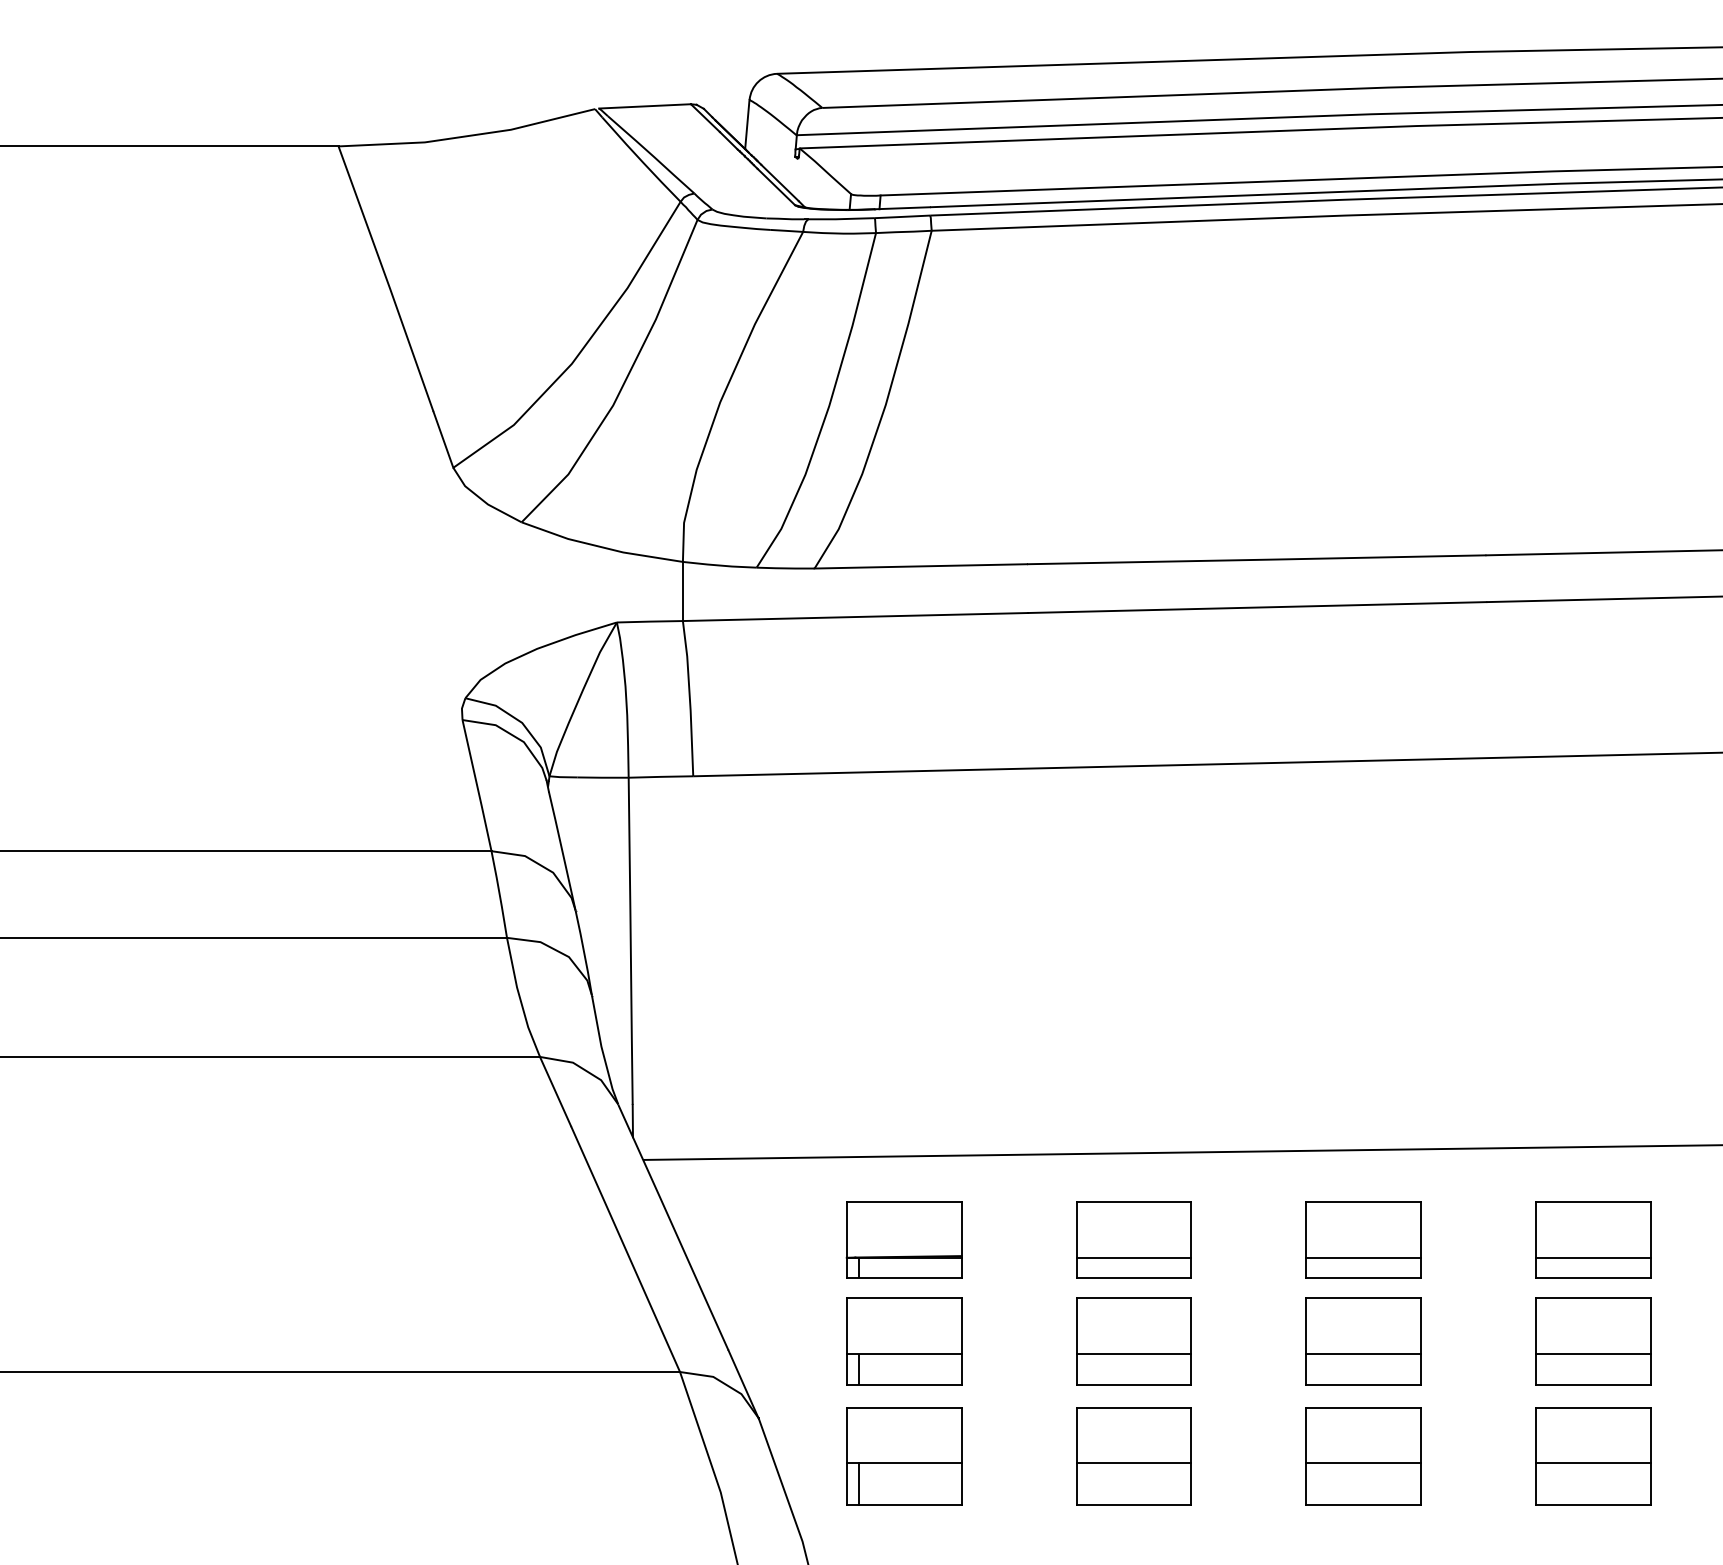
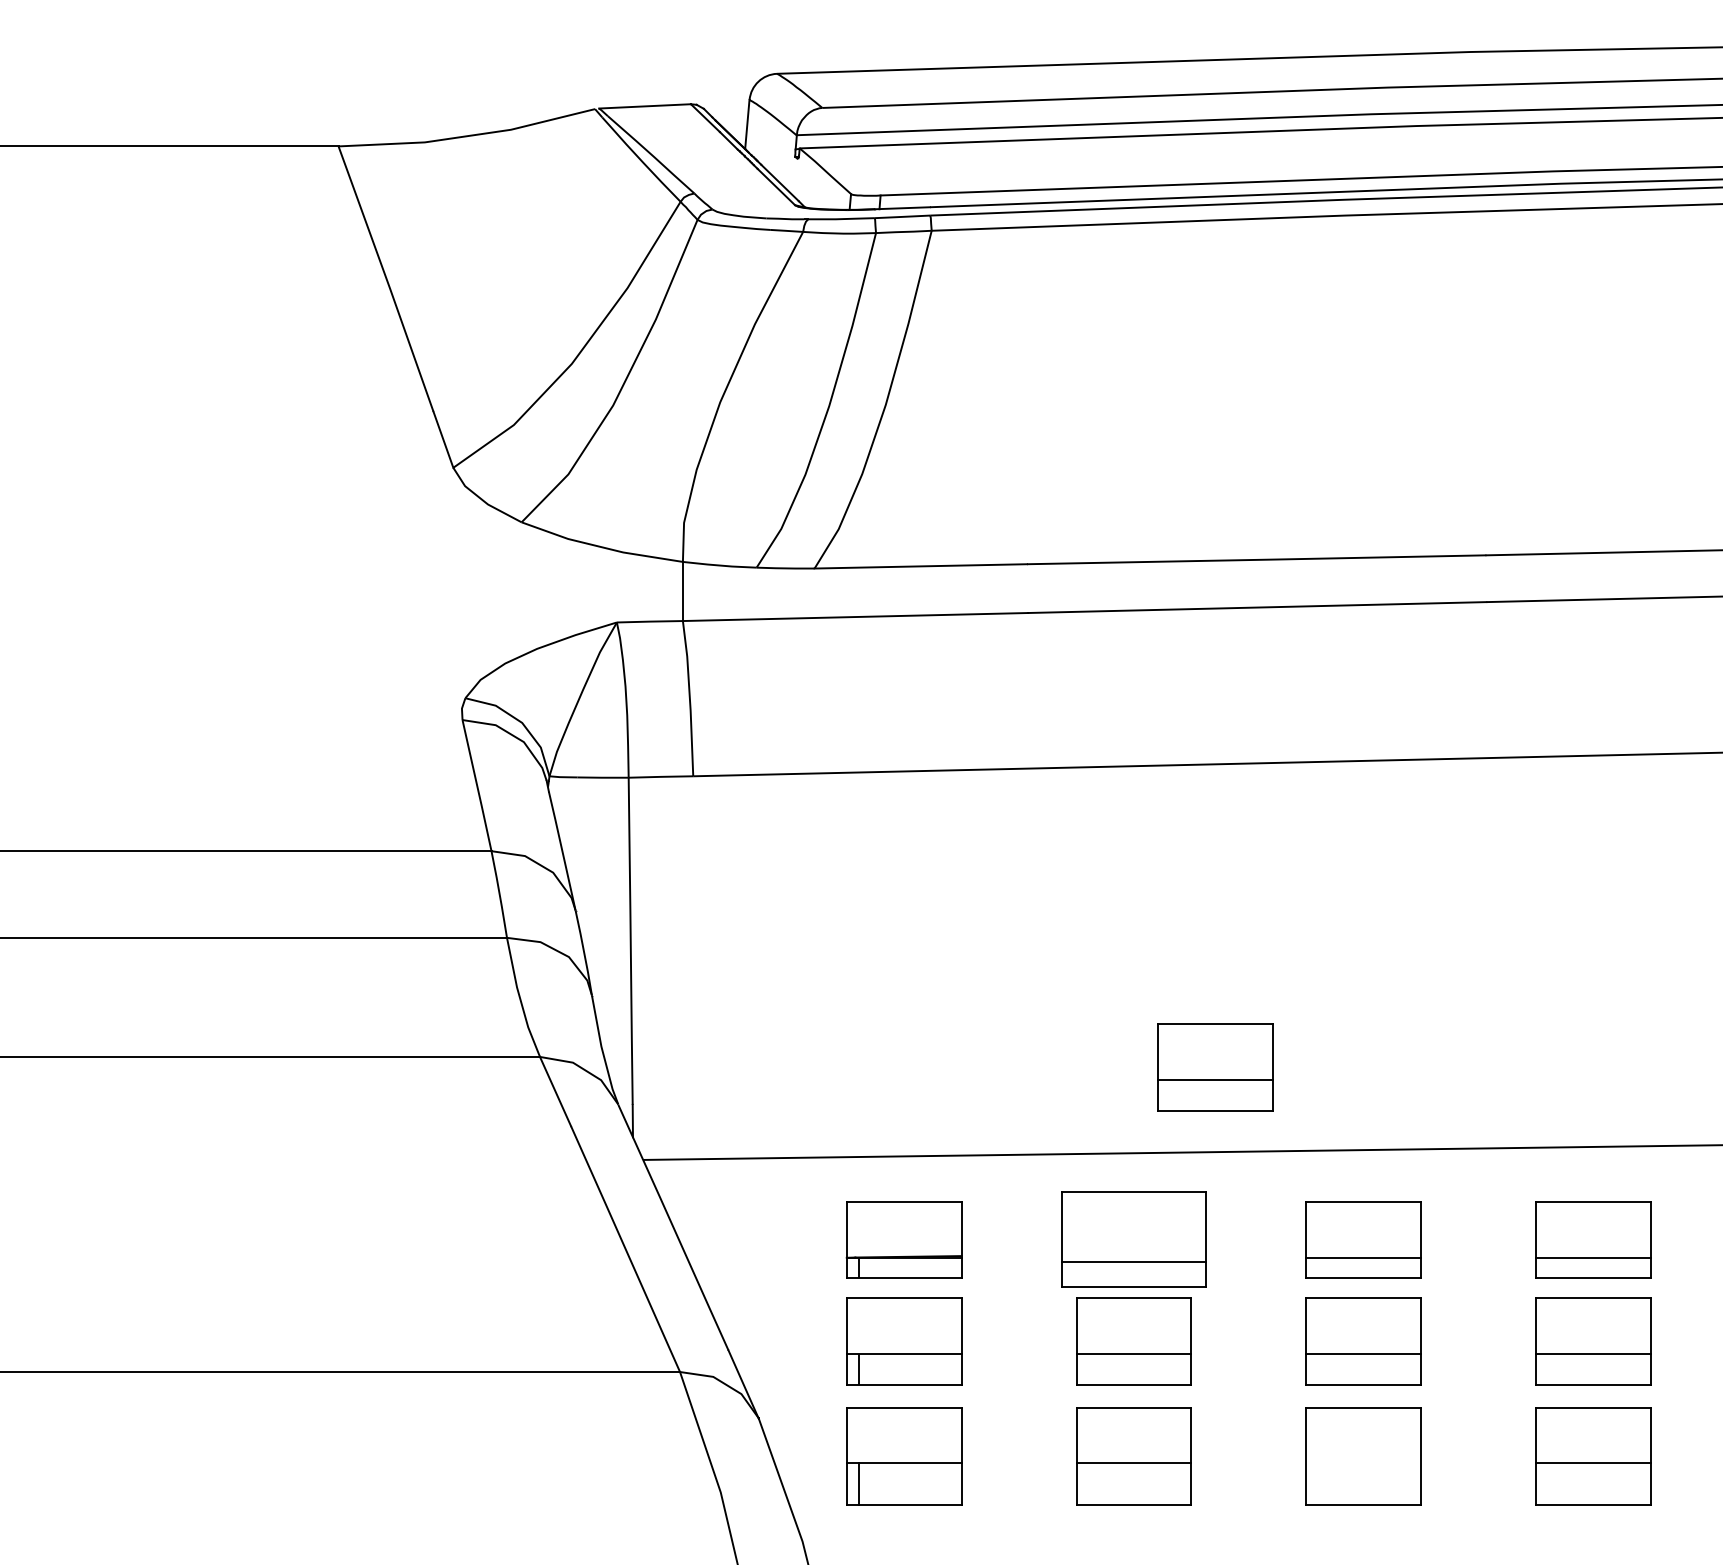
part at (1215, 1067): none -> present
part at (1133, 1239) size: 116x78 px -> 146x97 px
line at (1363, 1463): present -> none
